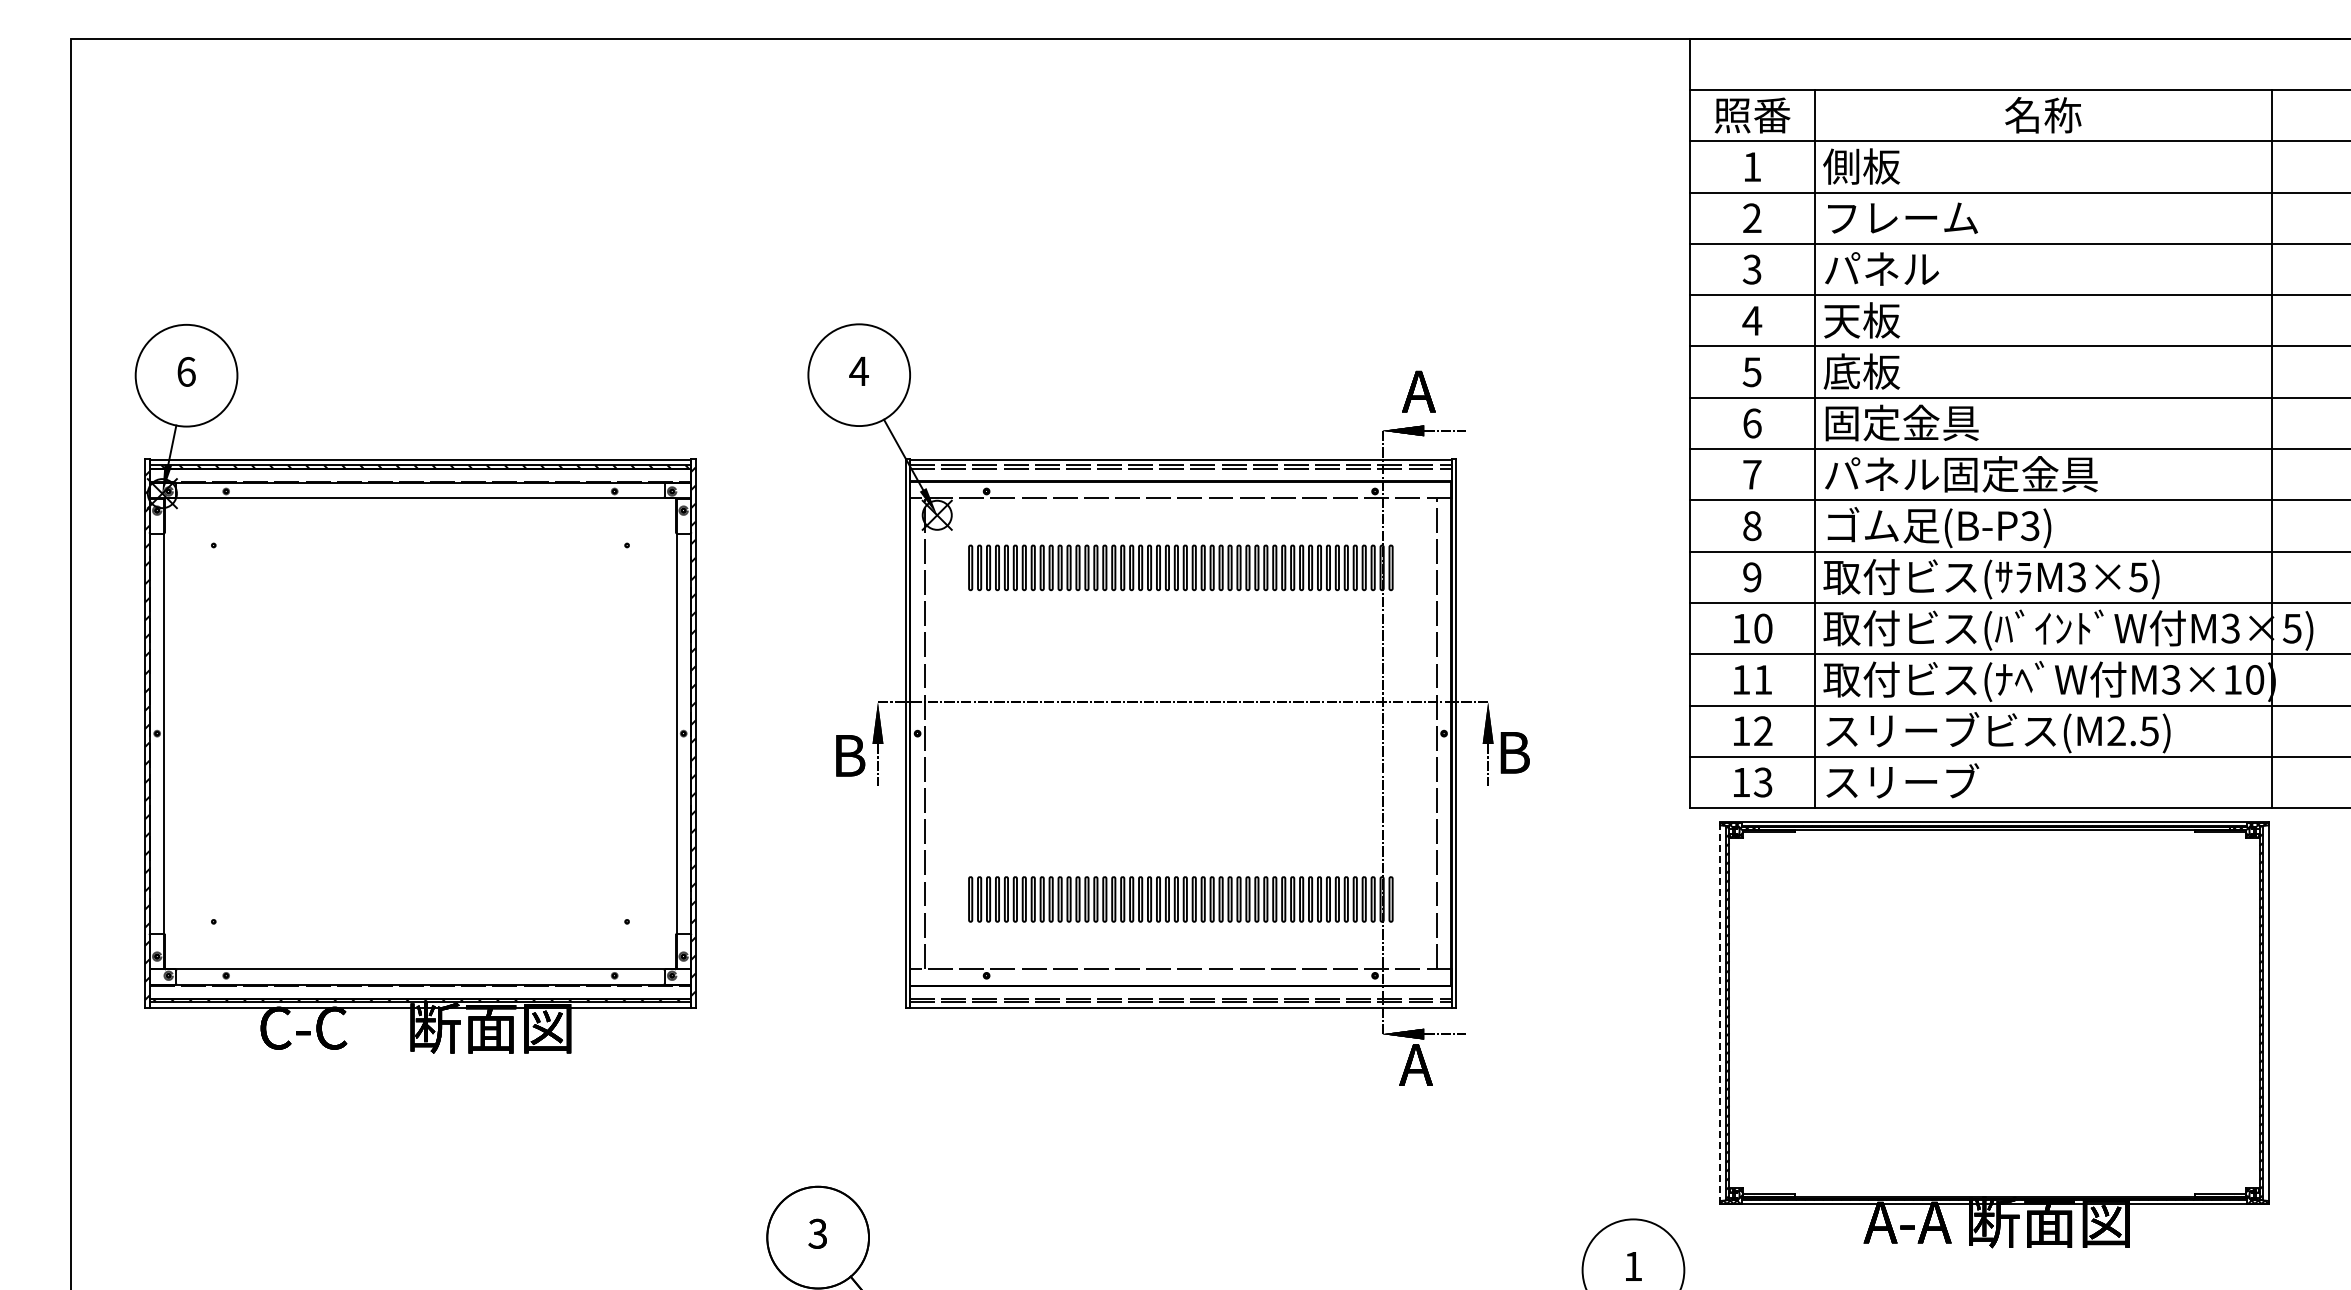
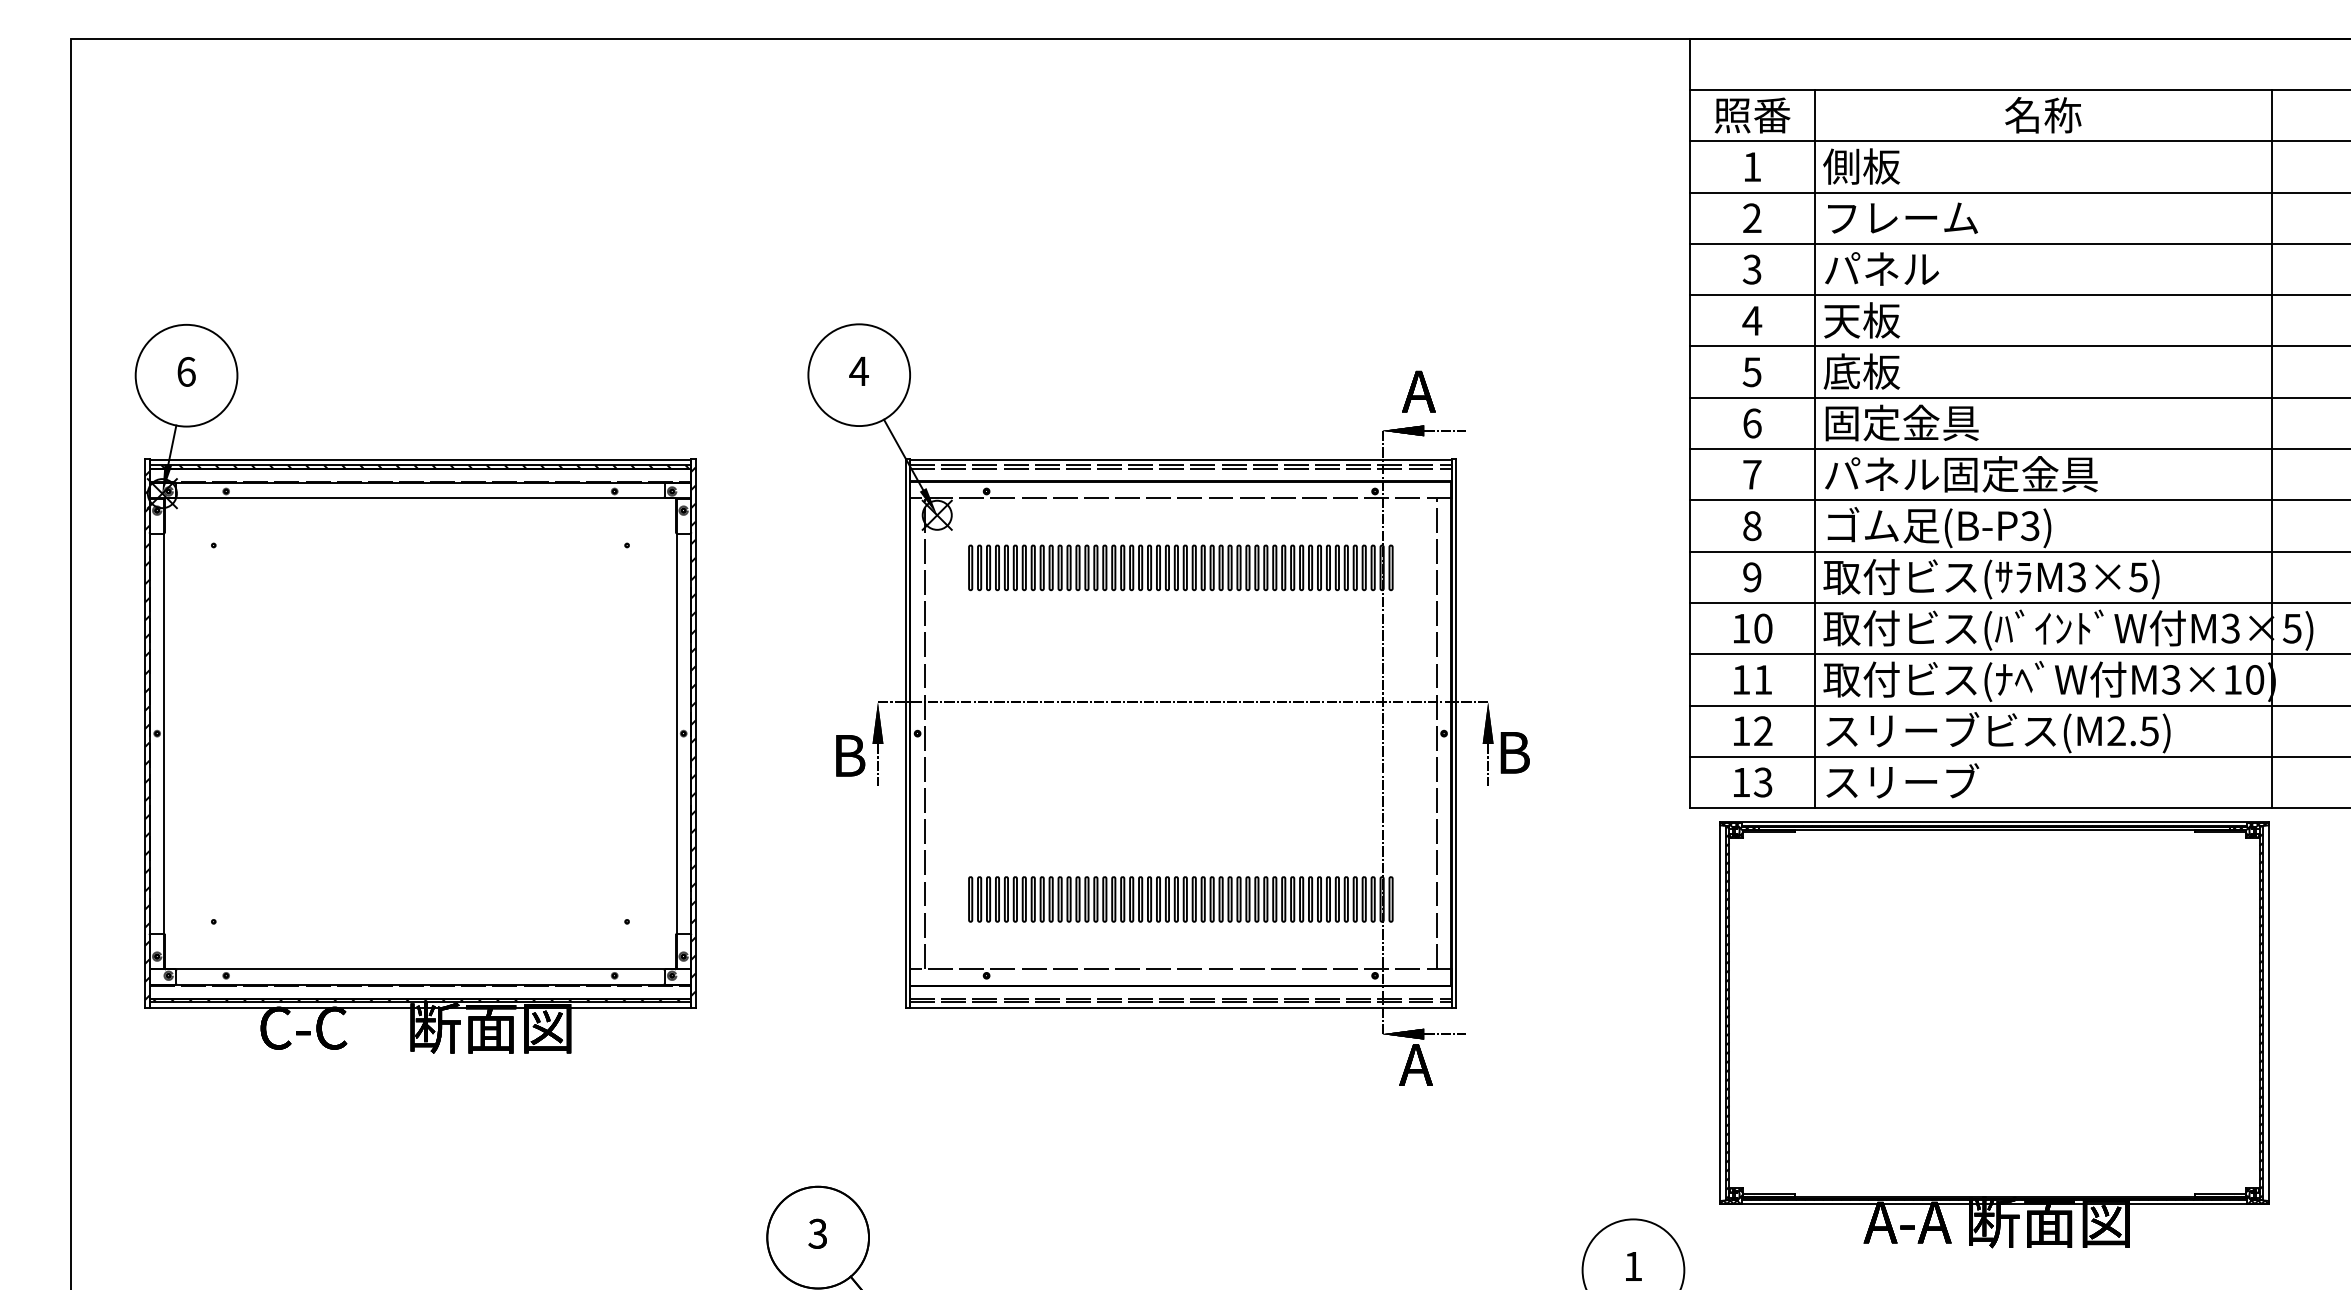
line at (1719, 1012): dashed -> solid
